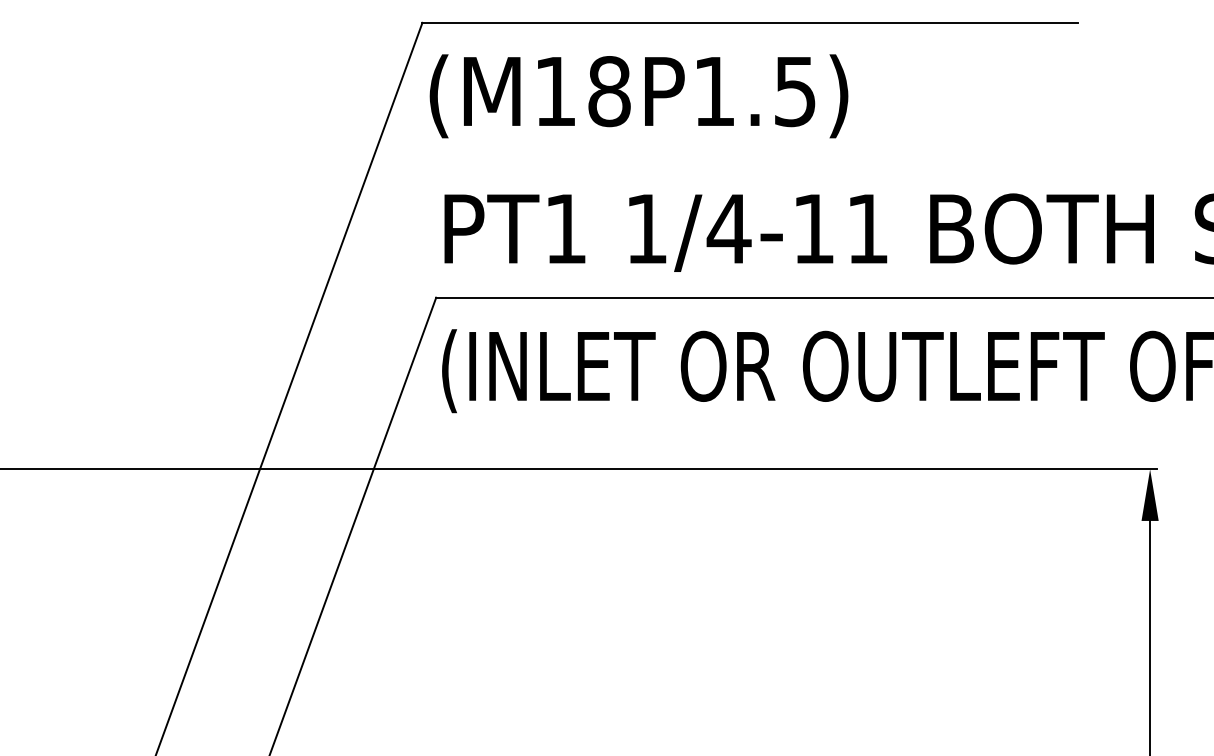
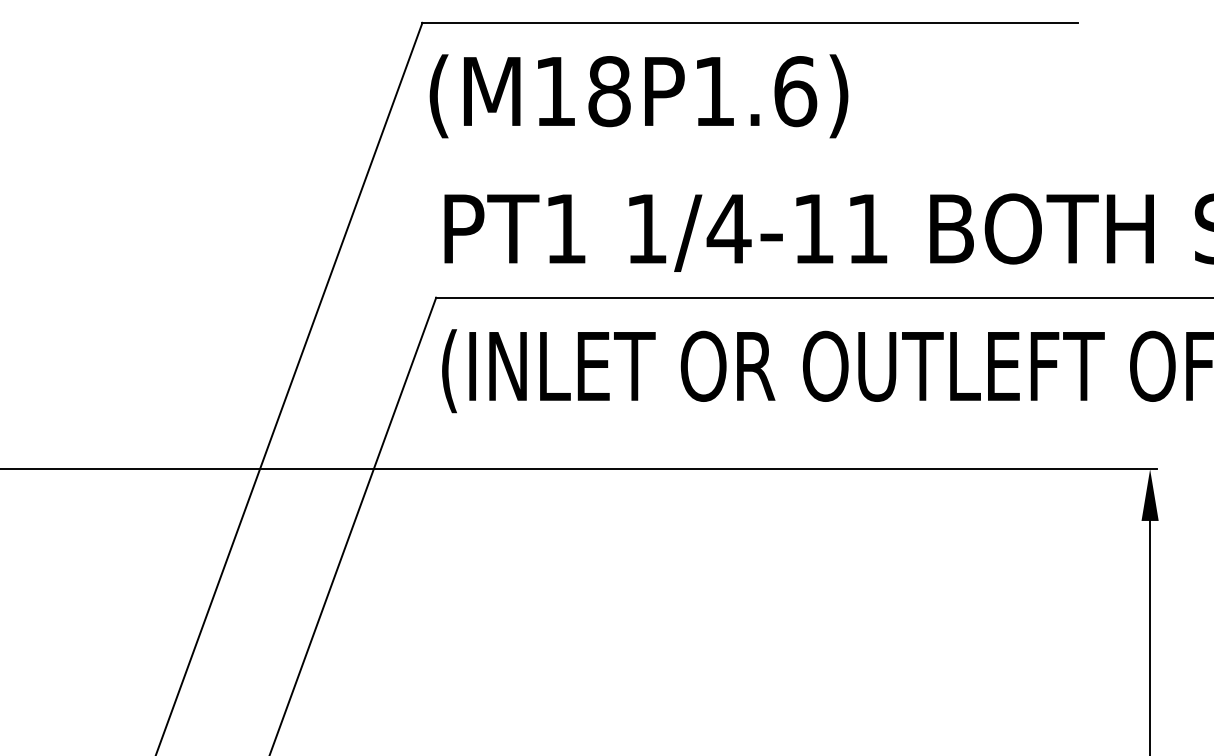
text at (795, 91): (M18P1.5) -> (M18P1.6)
